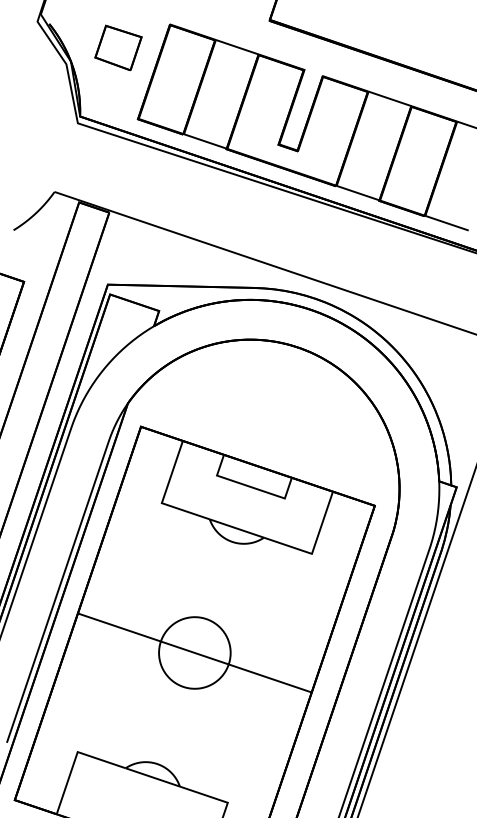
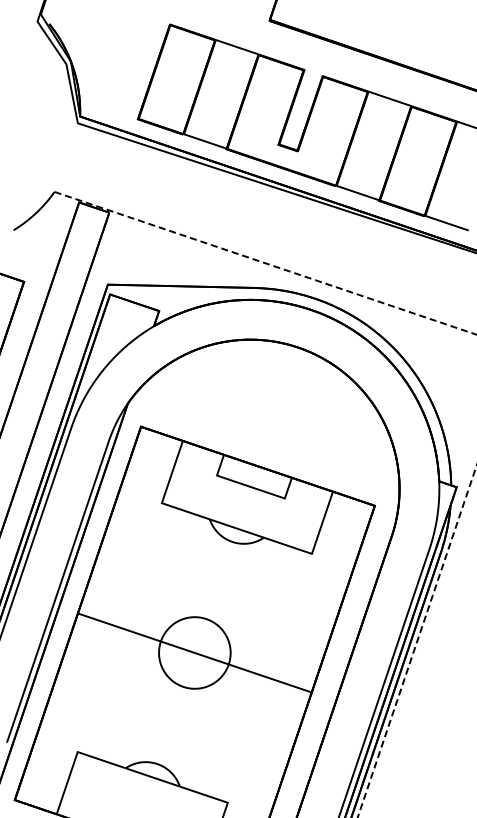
part at (118, 47): present -> none
line at (442, 323): solid -> dashed
